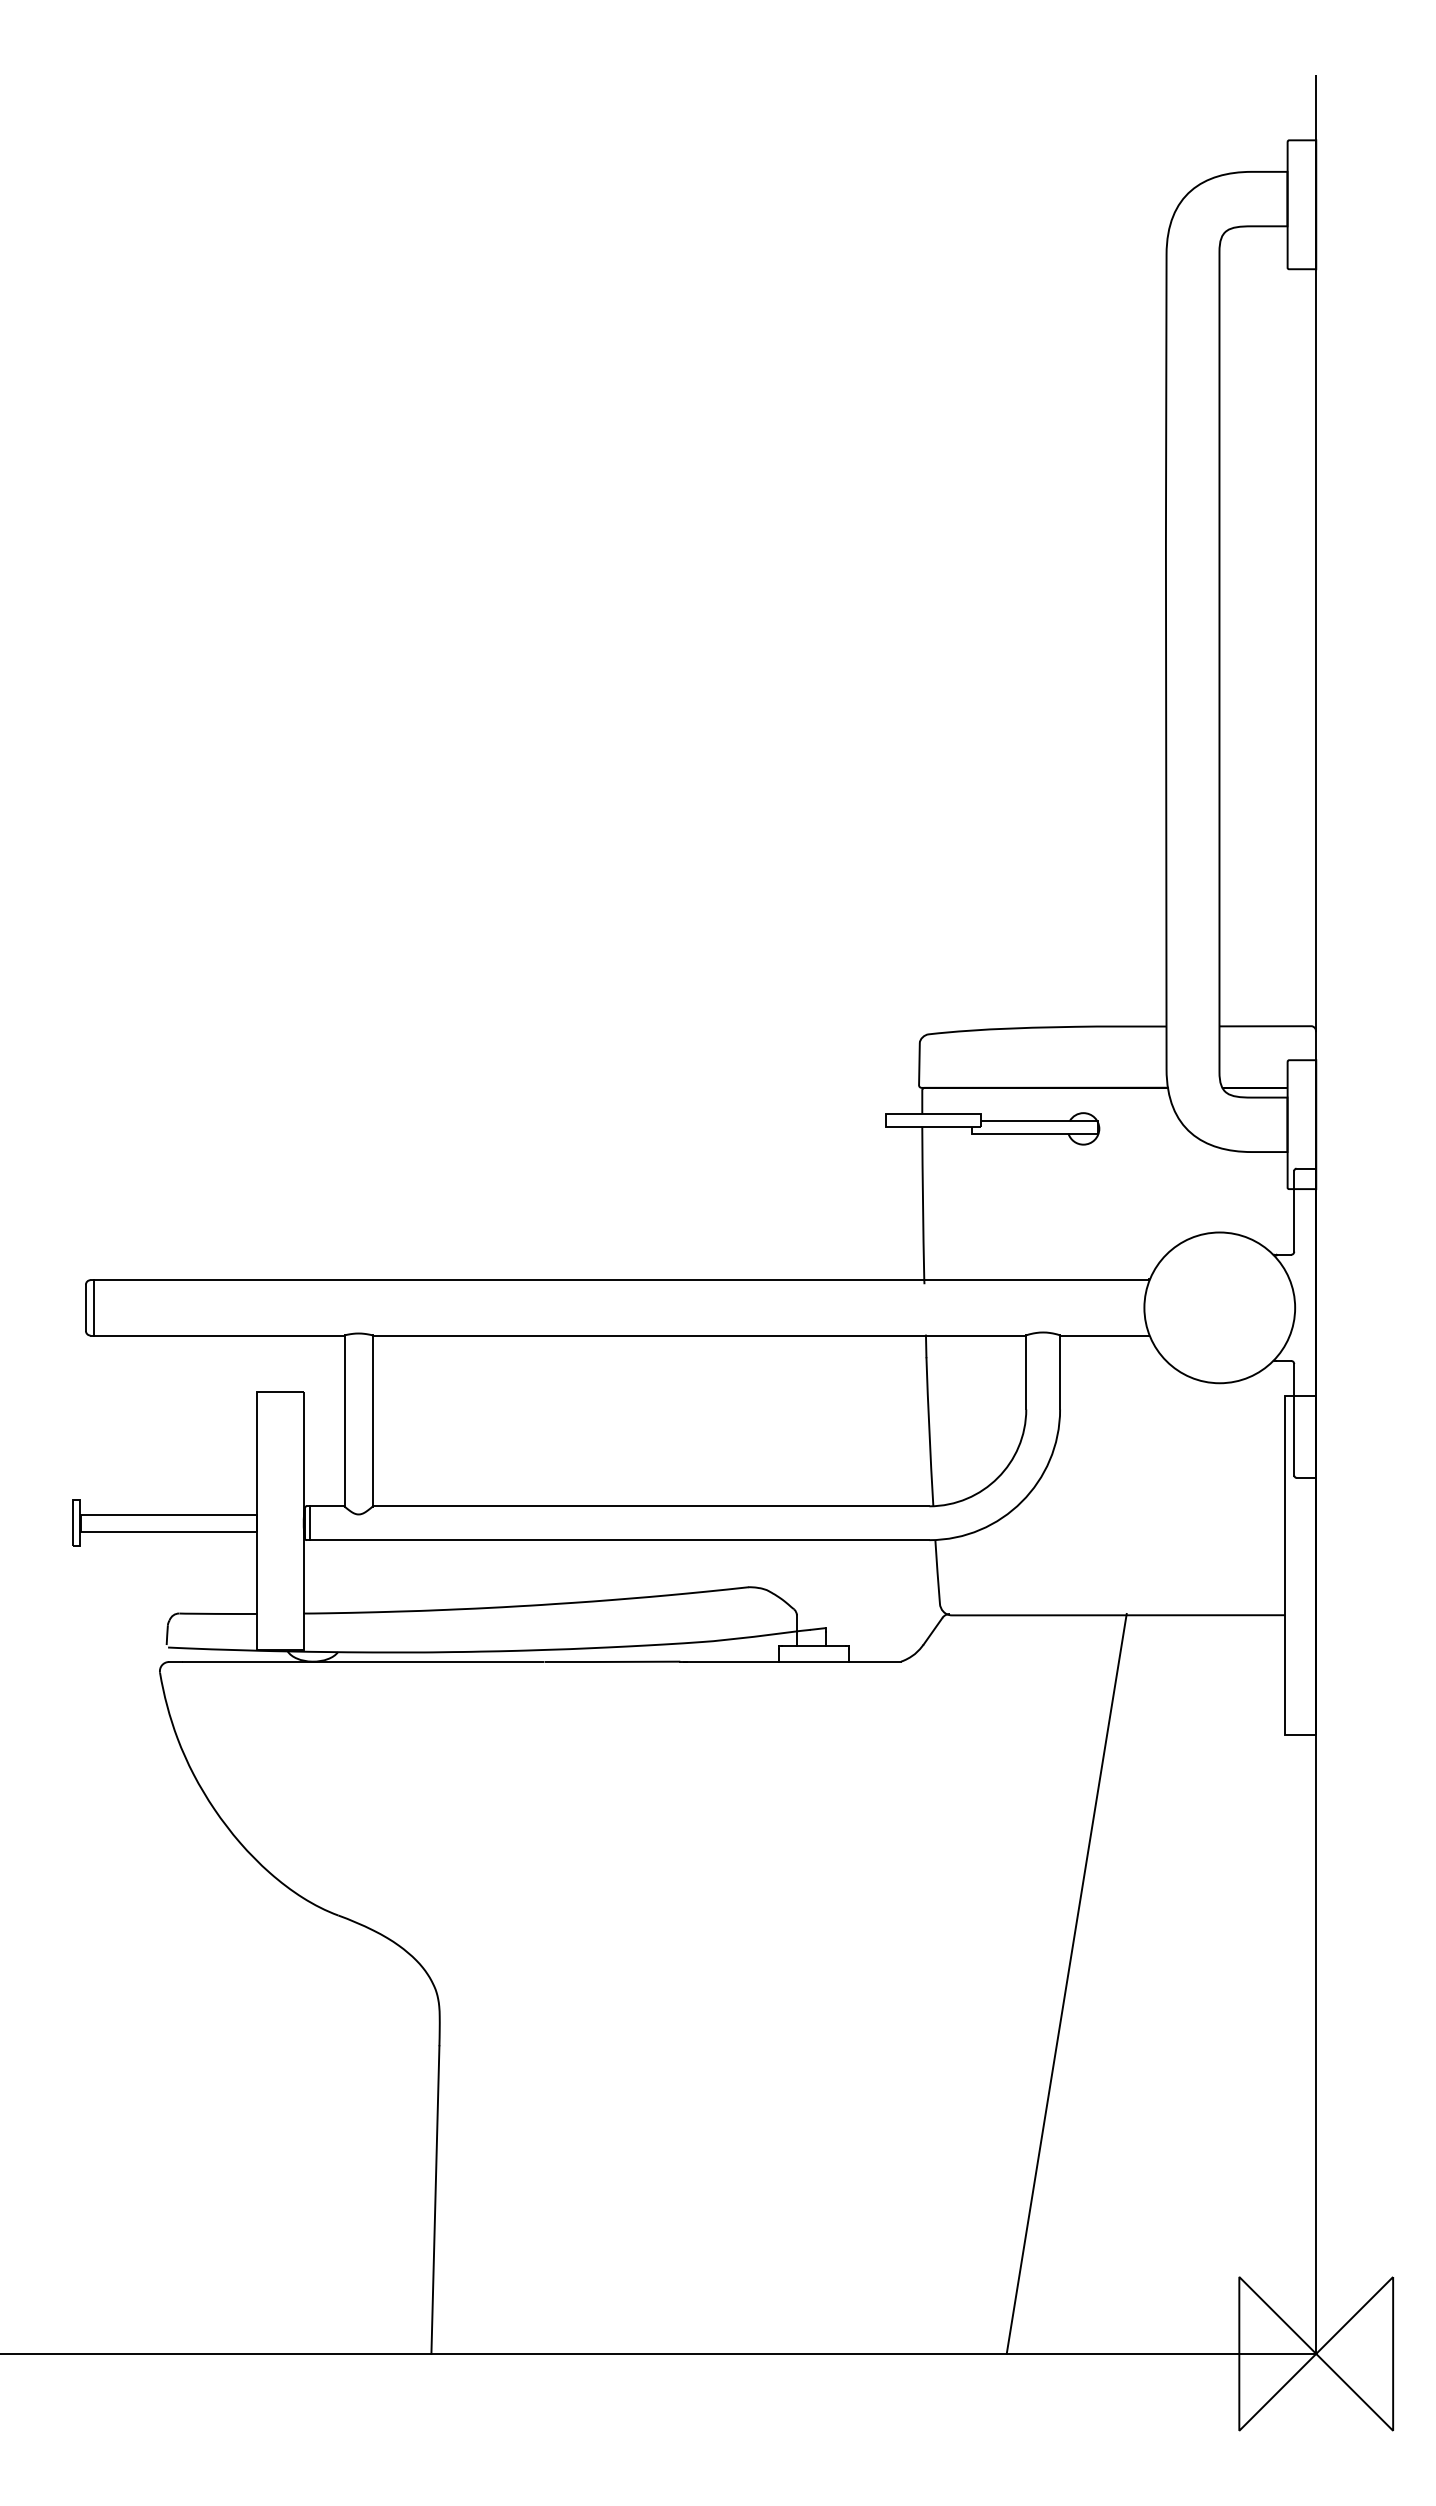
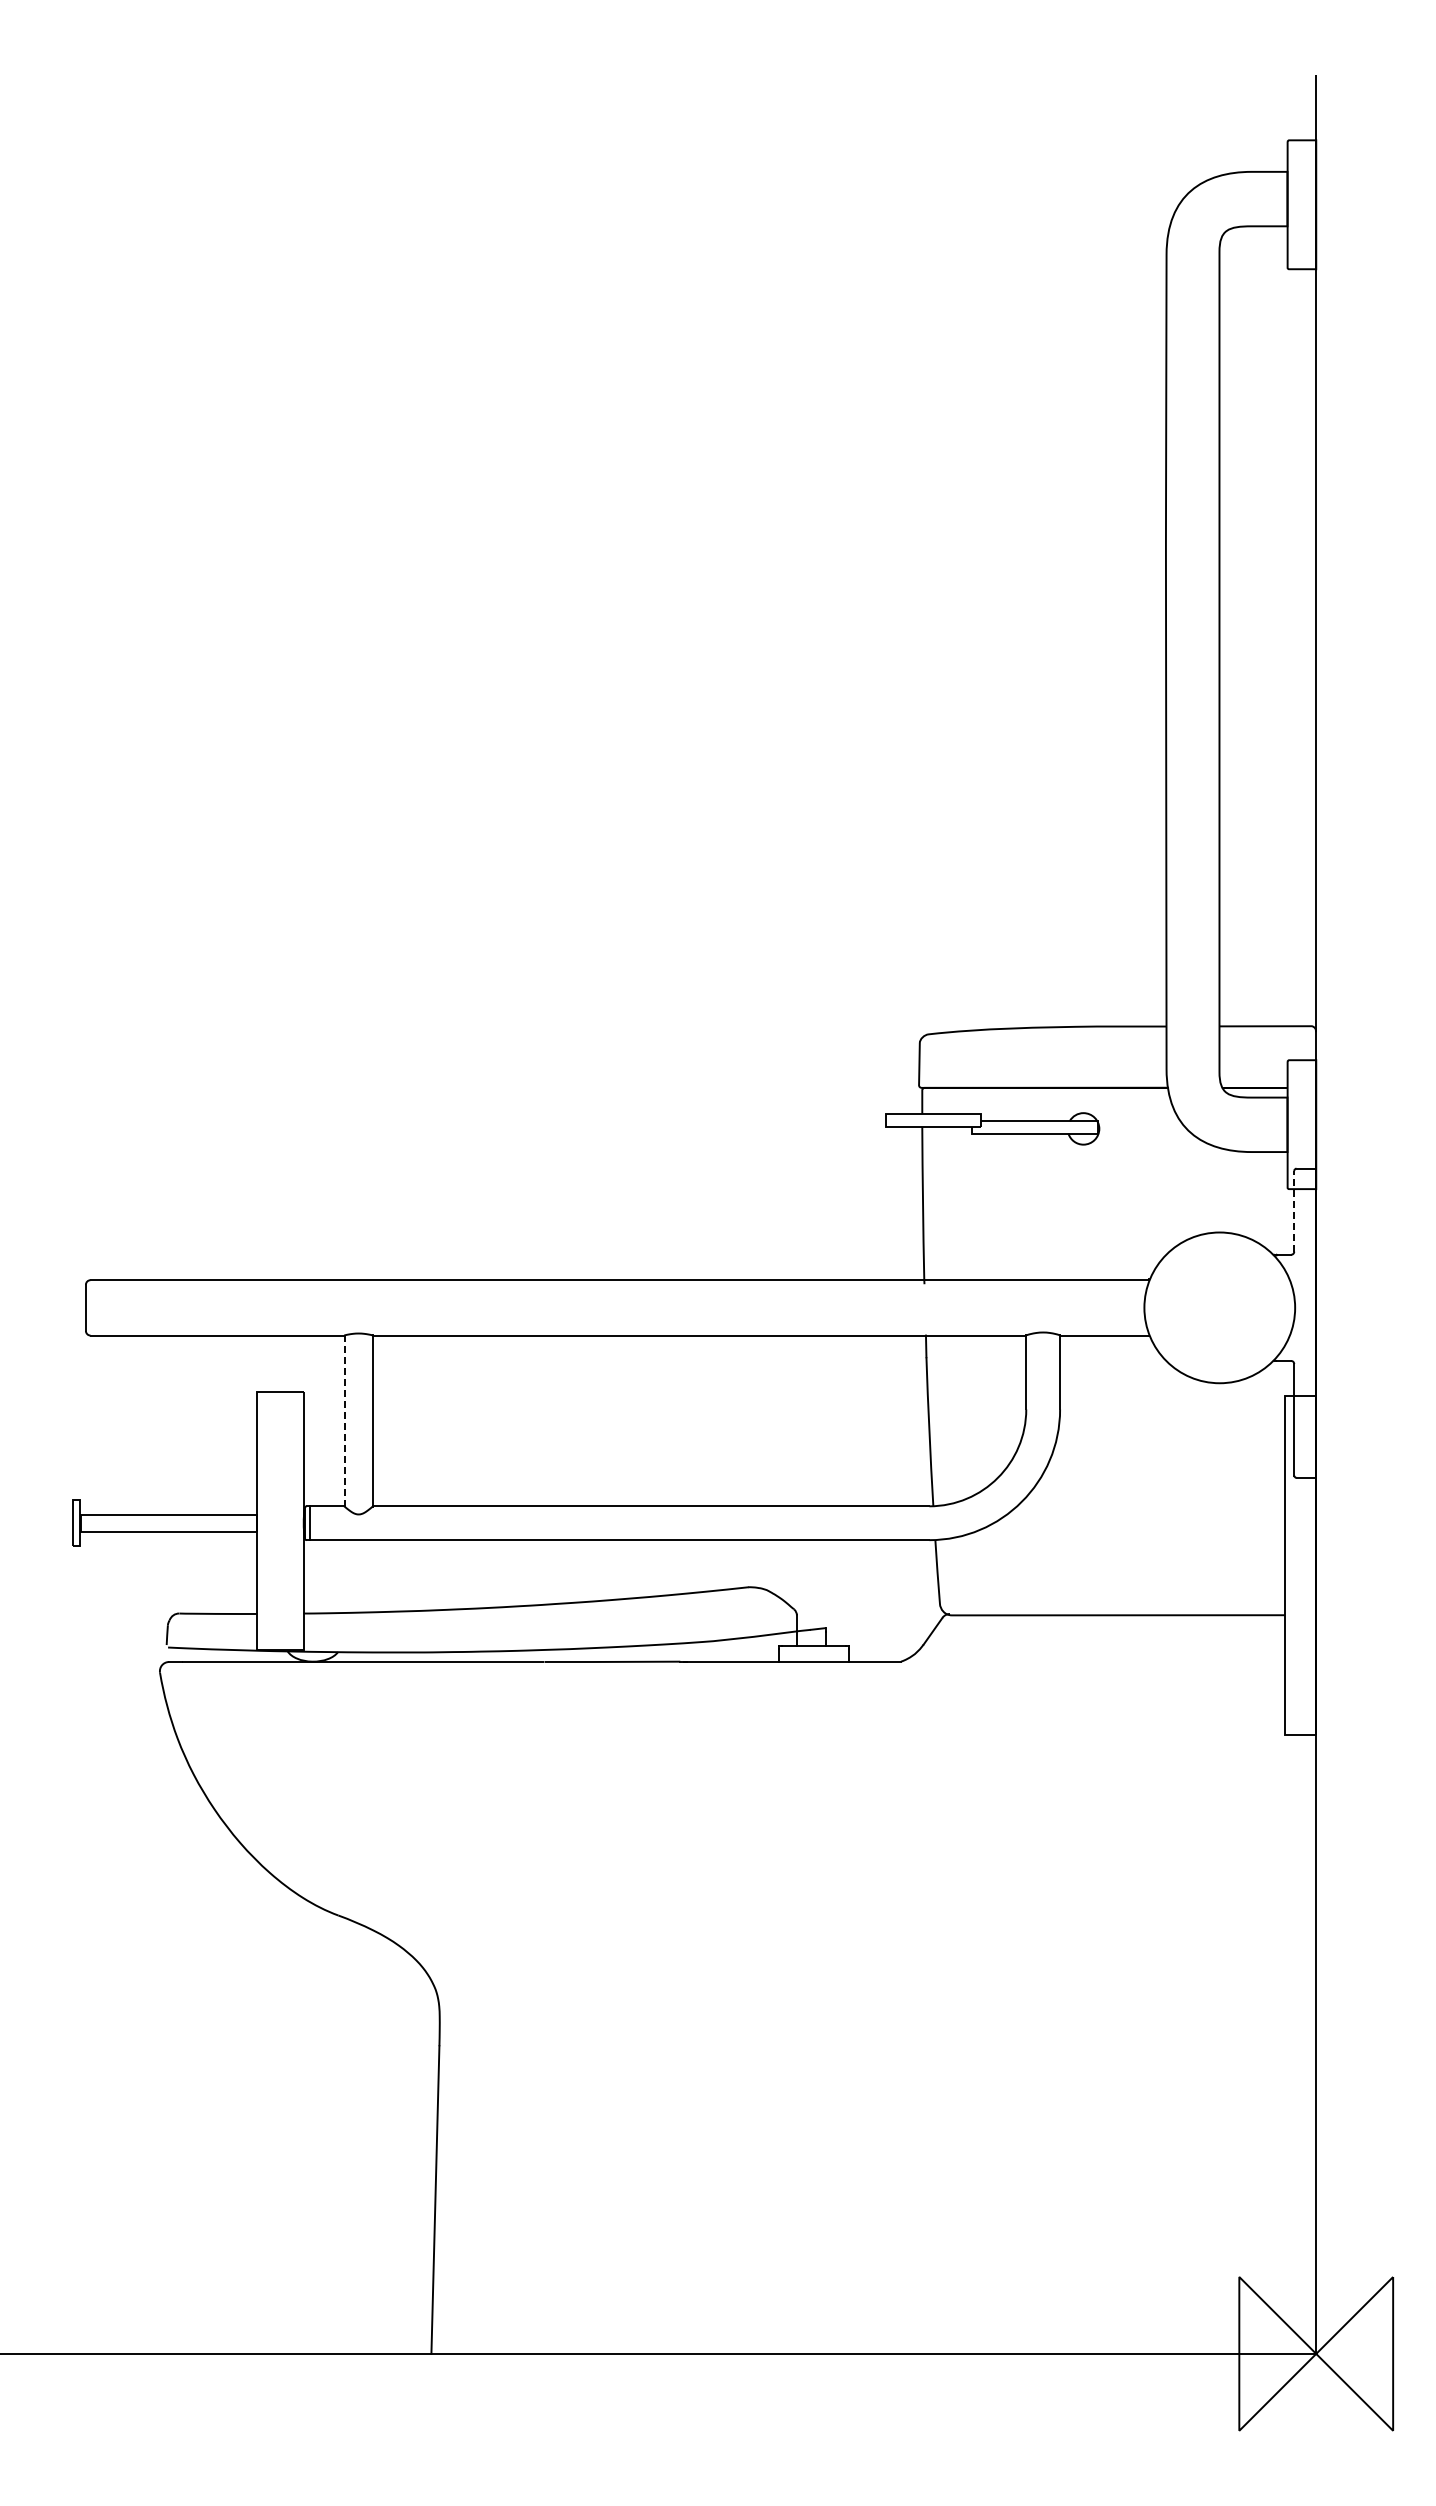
line at (1294, 1210): solid -> dashed
line at (93, 1307): present -> none
line at (344, 1421): solid -> dashed
line at (1066, 1983): present -> none
